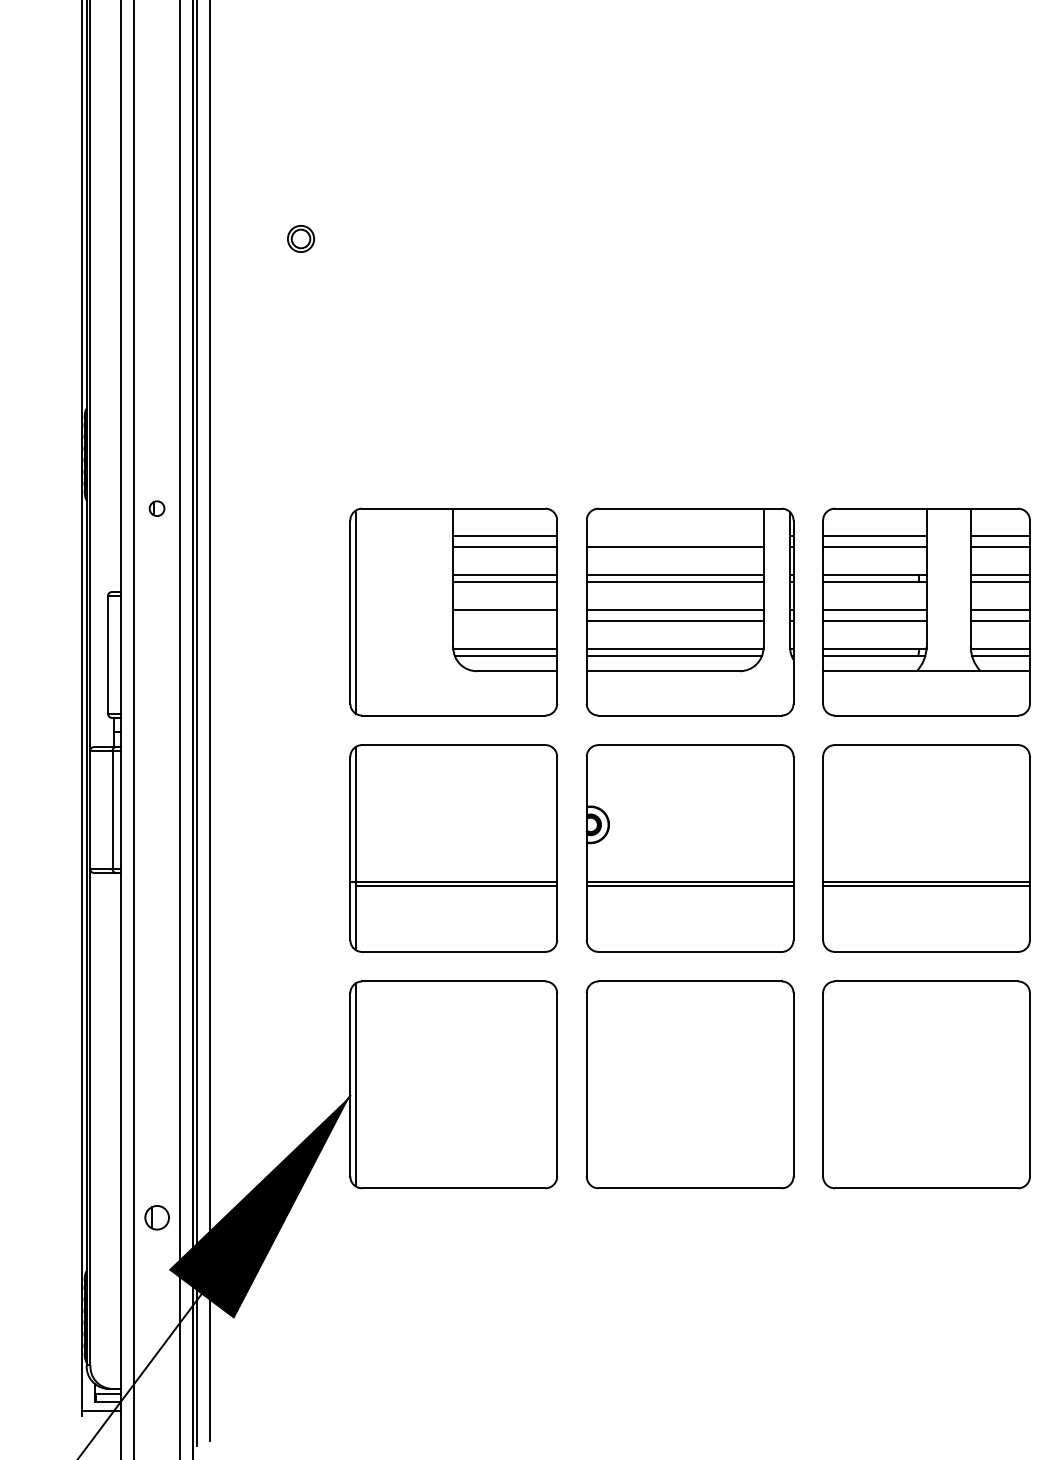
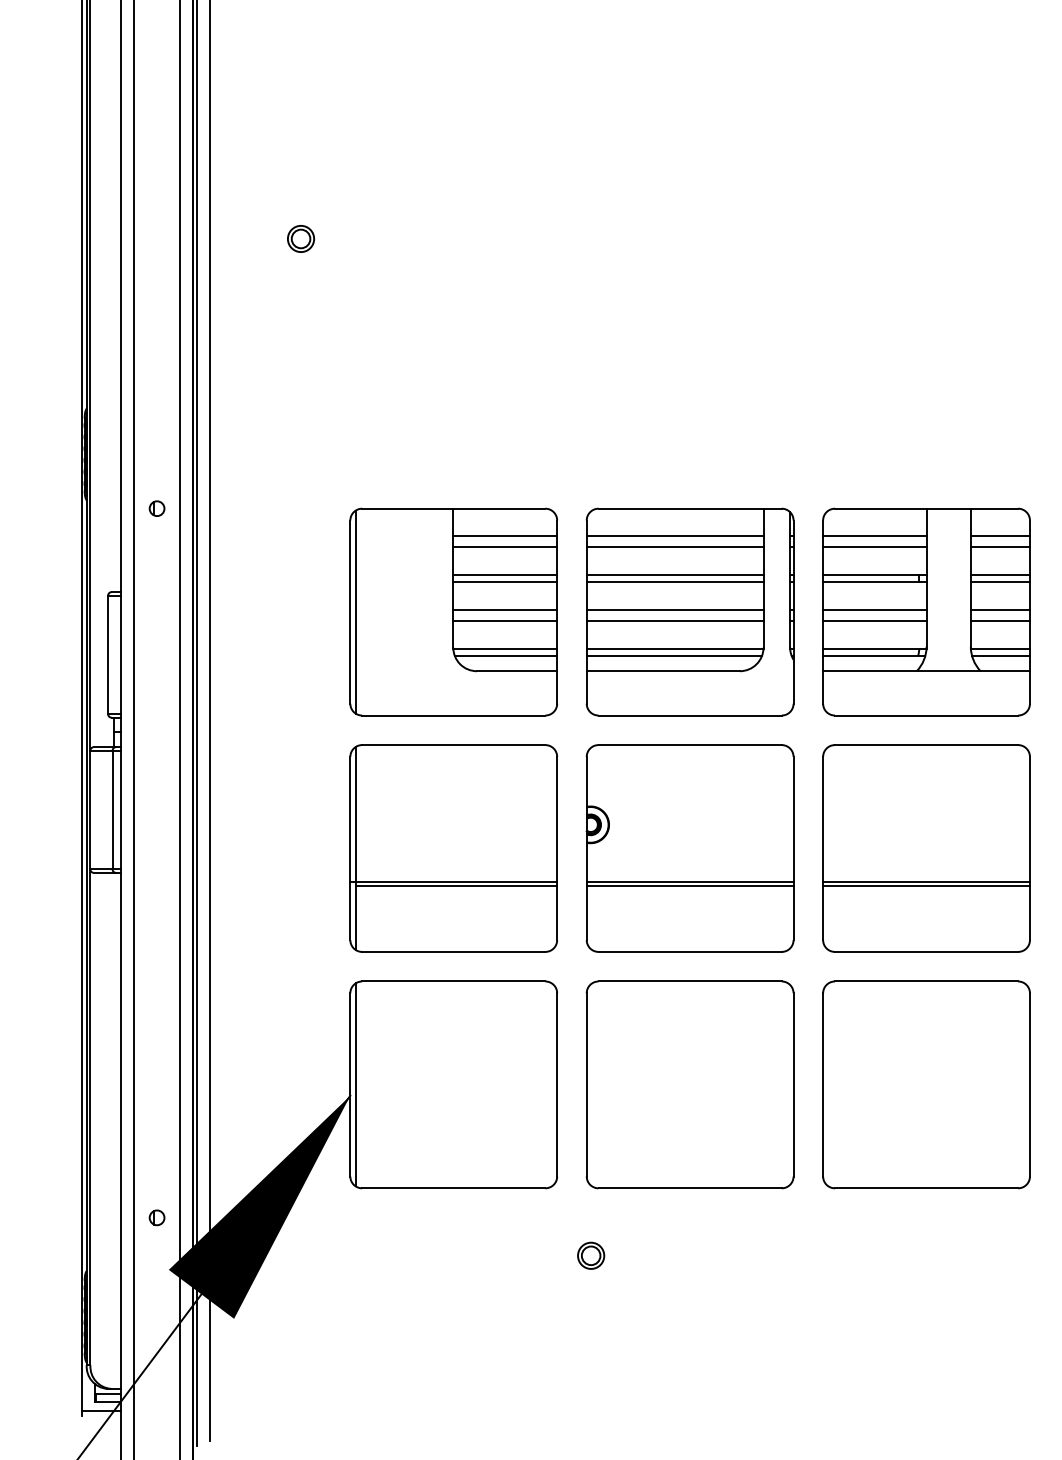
line at (674, 535): none -> present
line at (505, 621): none -> present
part at (156, 1217) size: 26x26 px -> 18x18 px
part at (591, 1255): none -> present
